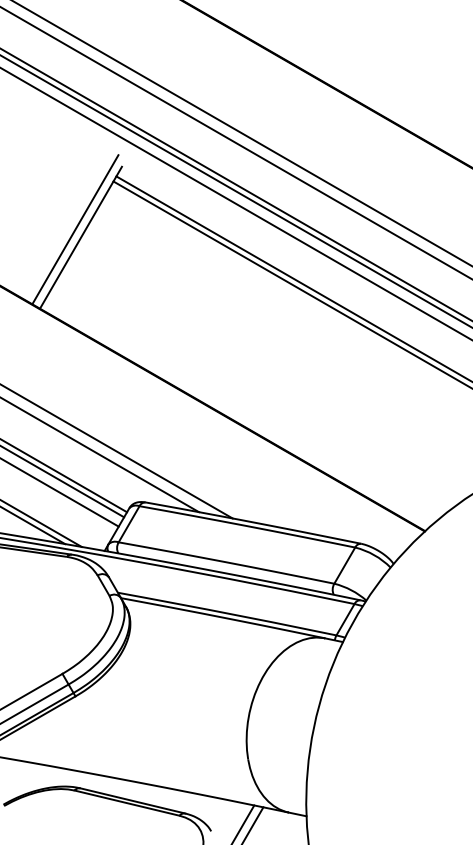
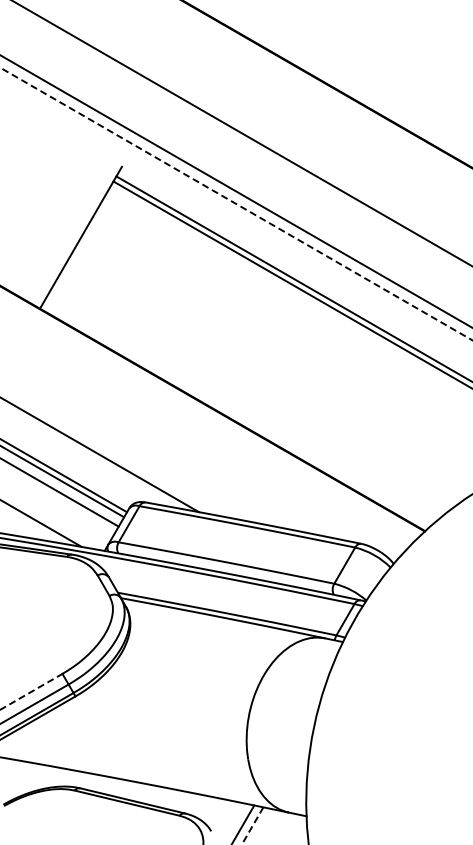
line at (235, 142): present -> none
line at (235, 184): present -> none
line at (236, 204): solid -> dashed
line at (75, 229): present -> none
line at (117, 451): present -> none
line at (33, 525): present -> none
line at (31, 691): solid -> dashed
line at (252, 826): solid -> dashed
